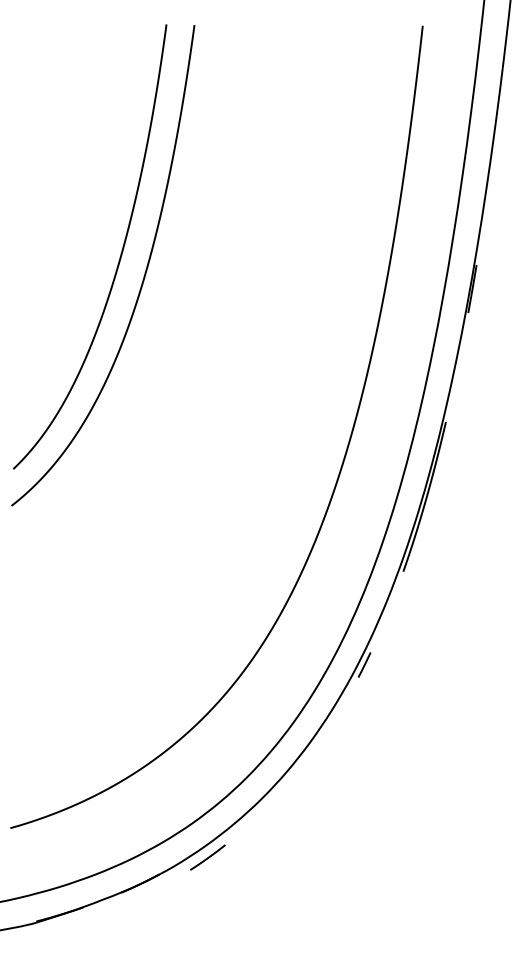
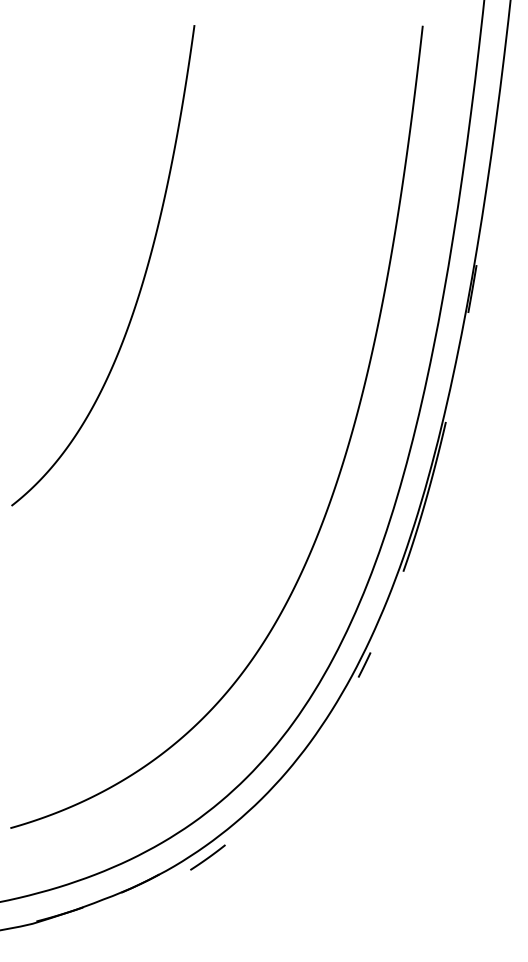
curve at (120, 253): present -> none
